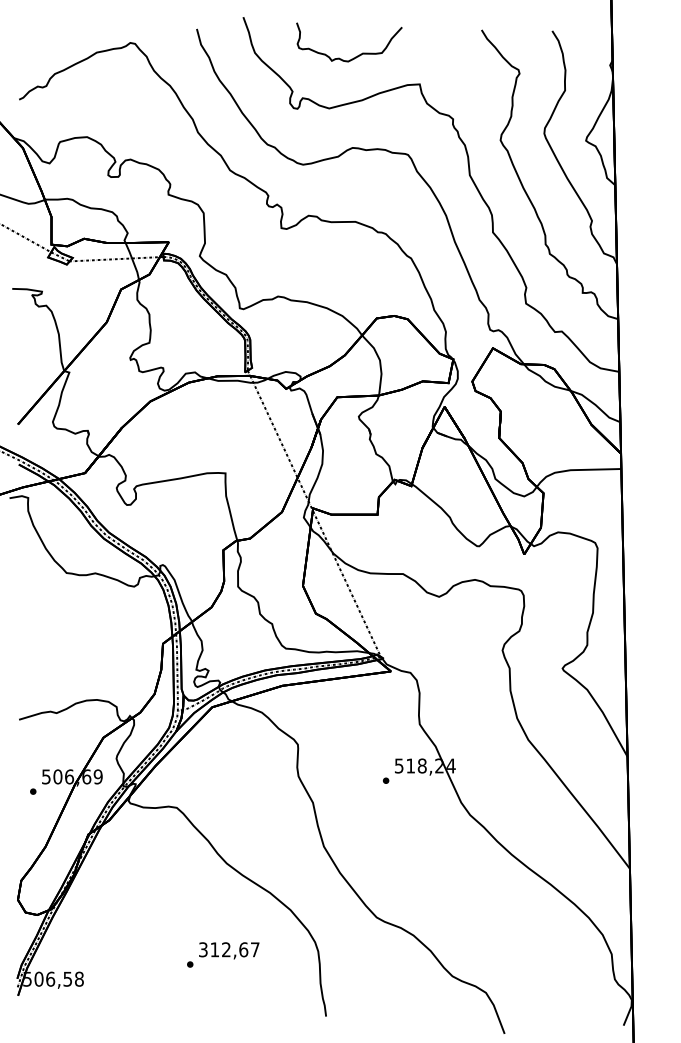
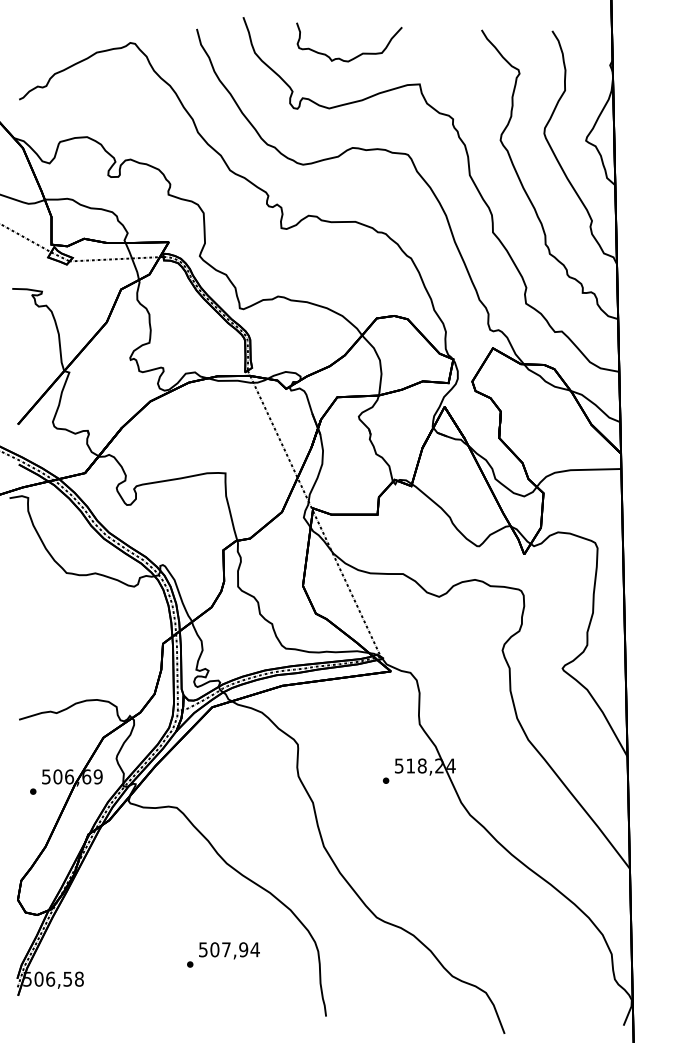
text at (229, 949): 312,67 -> 507,94
